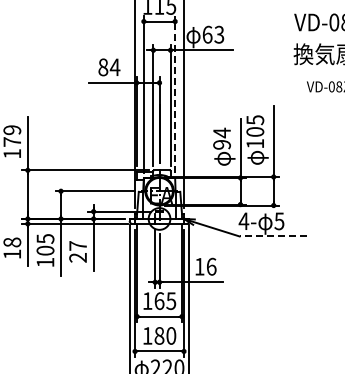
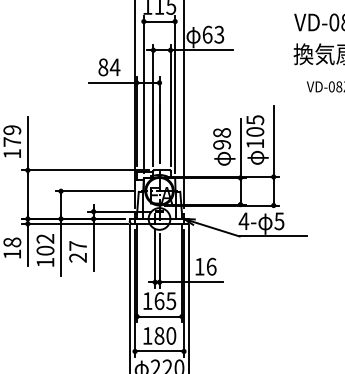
line at (175, 94): dashed -> solid
text at (221, 132): 94 -> 98
line at (272, 236): dashed -> solid
text at (45, 238): 105 -> 102
